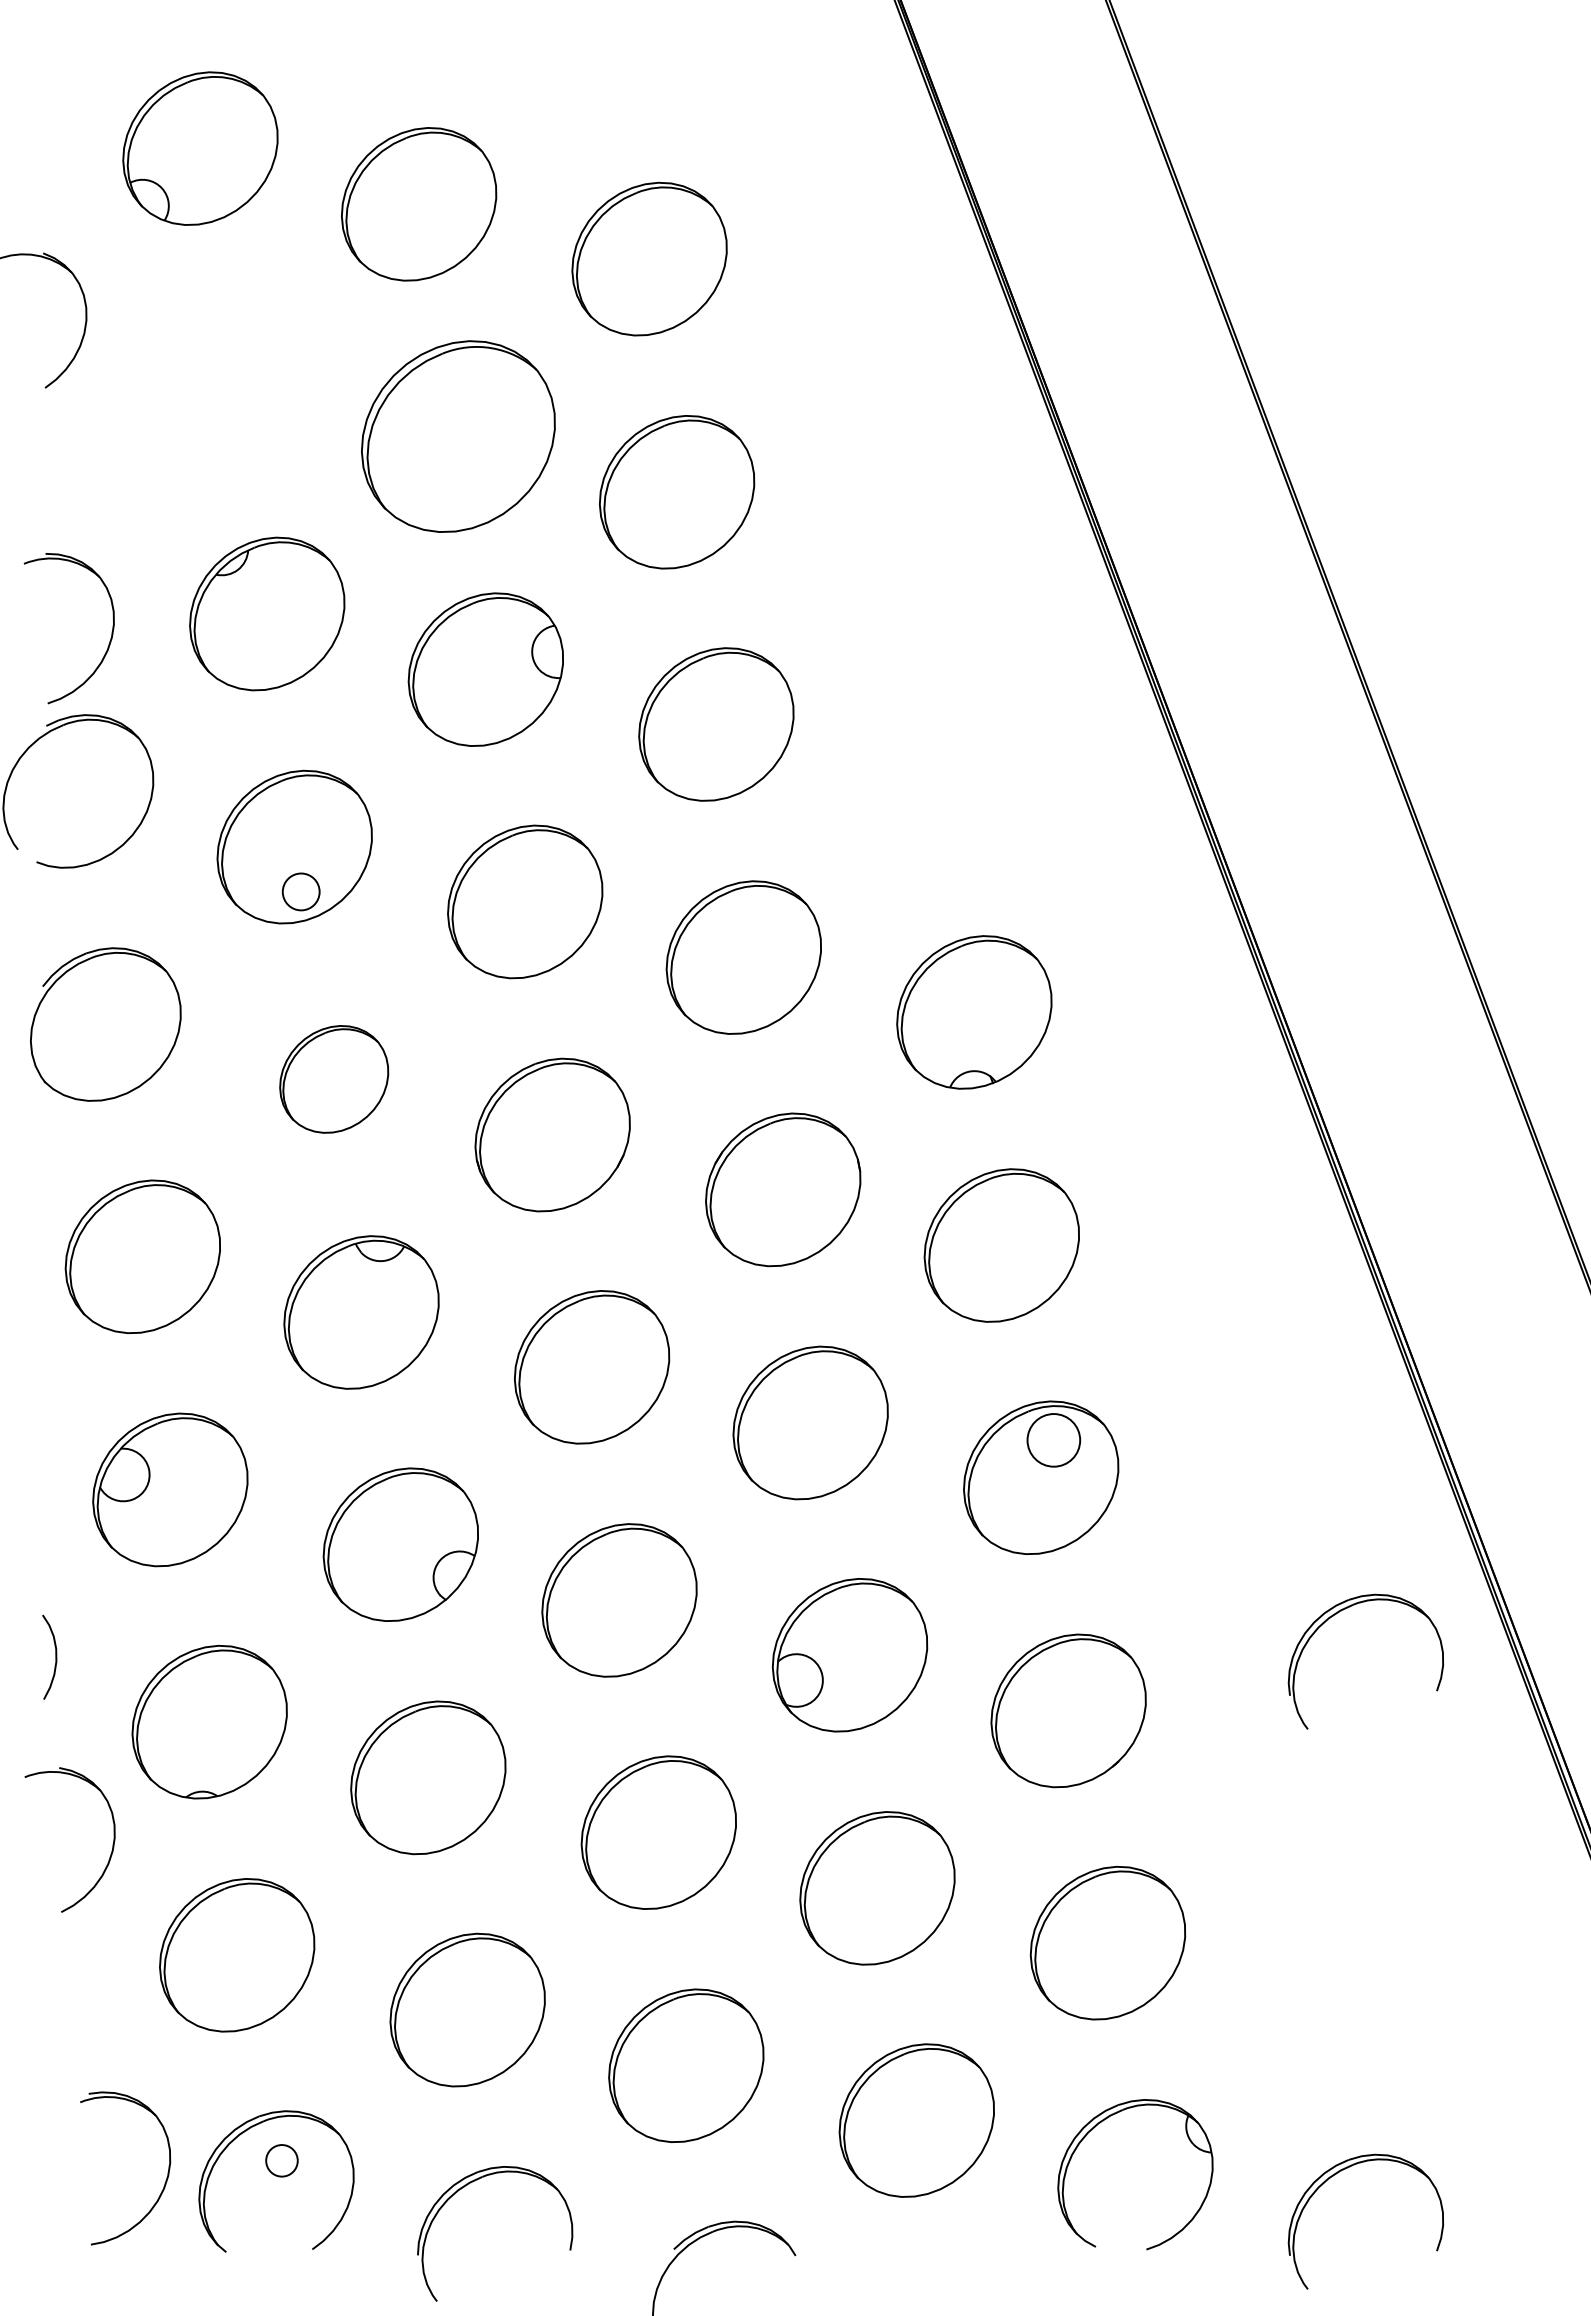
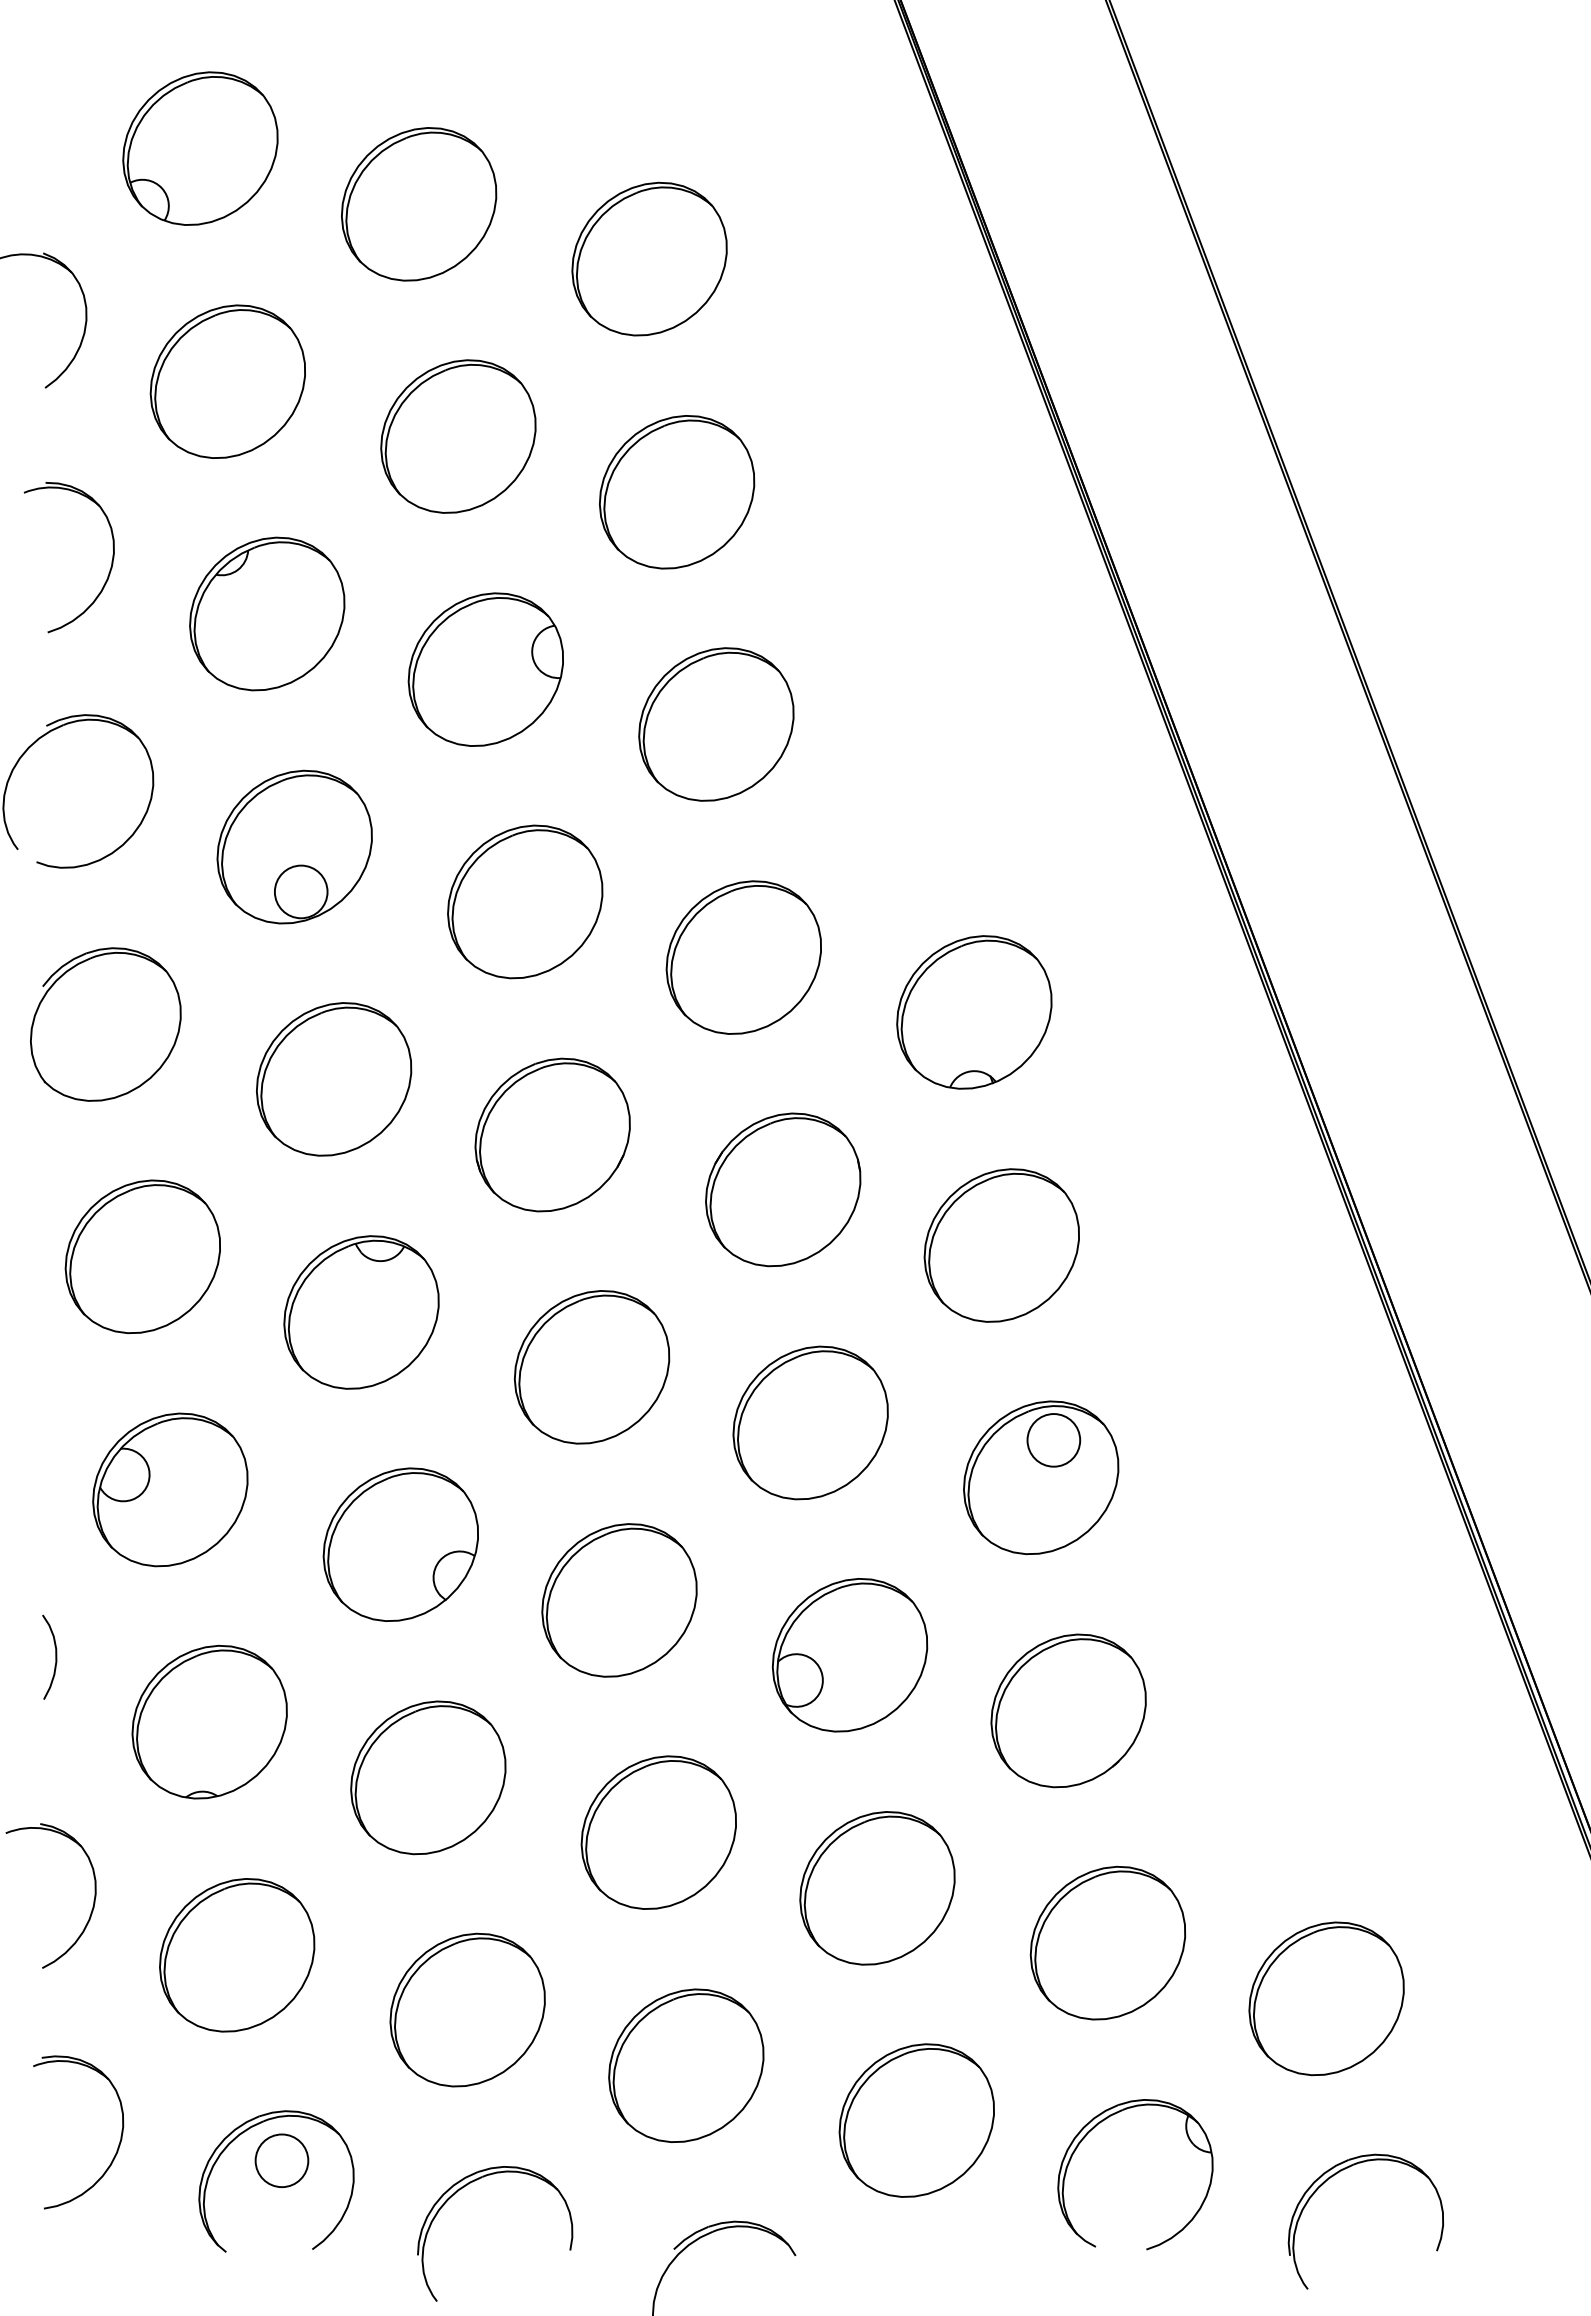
part at (227, 381): none -> present
part at (458, 436) size: 195x193 px -> 157x155 px
part at (109, 641) position: (109, 641) -> (109, 570)
circle at (300, 891) diameter: 37 px -> 53 px
part at (334, 1079) size: 111x109 px -> 157x155 px
part at (1335, 1615): present -> none
part at (112, 1844) position: (112, 1844) -> (93, 1900)
part at (1326, 1998): none -> present
circle at (281, 2160) diameter: 32 px -> 53 px
part at (165, 2180) position: (165, 2180) -> (118, 2144)
